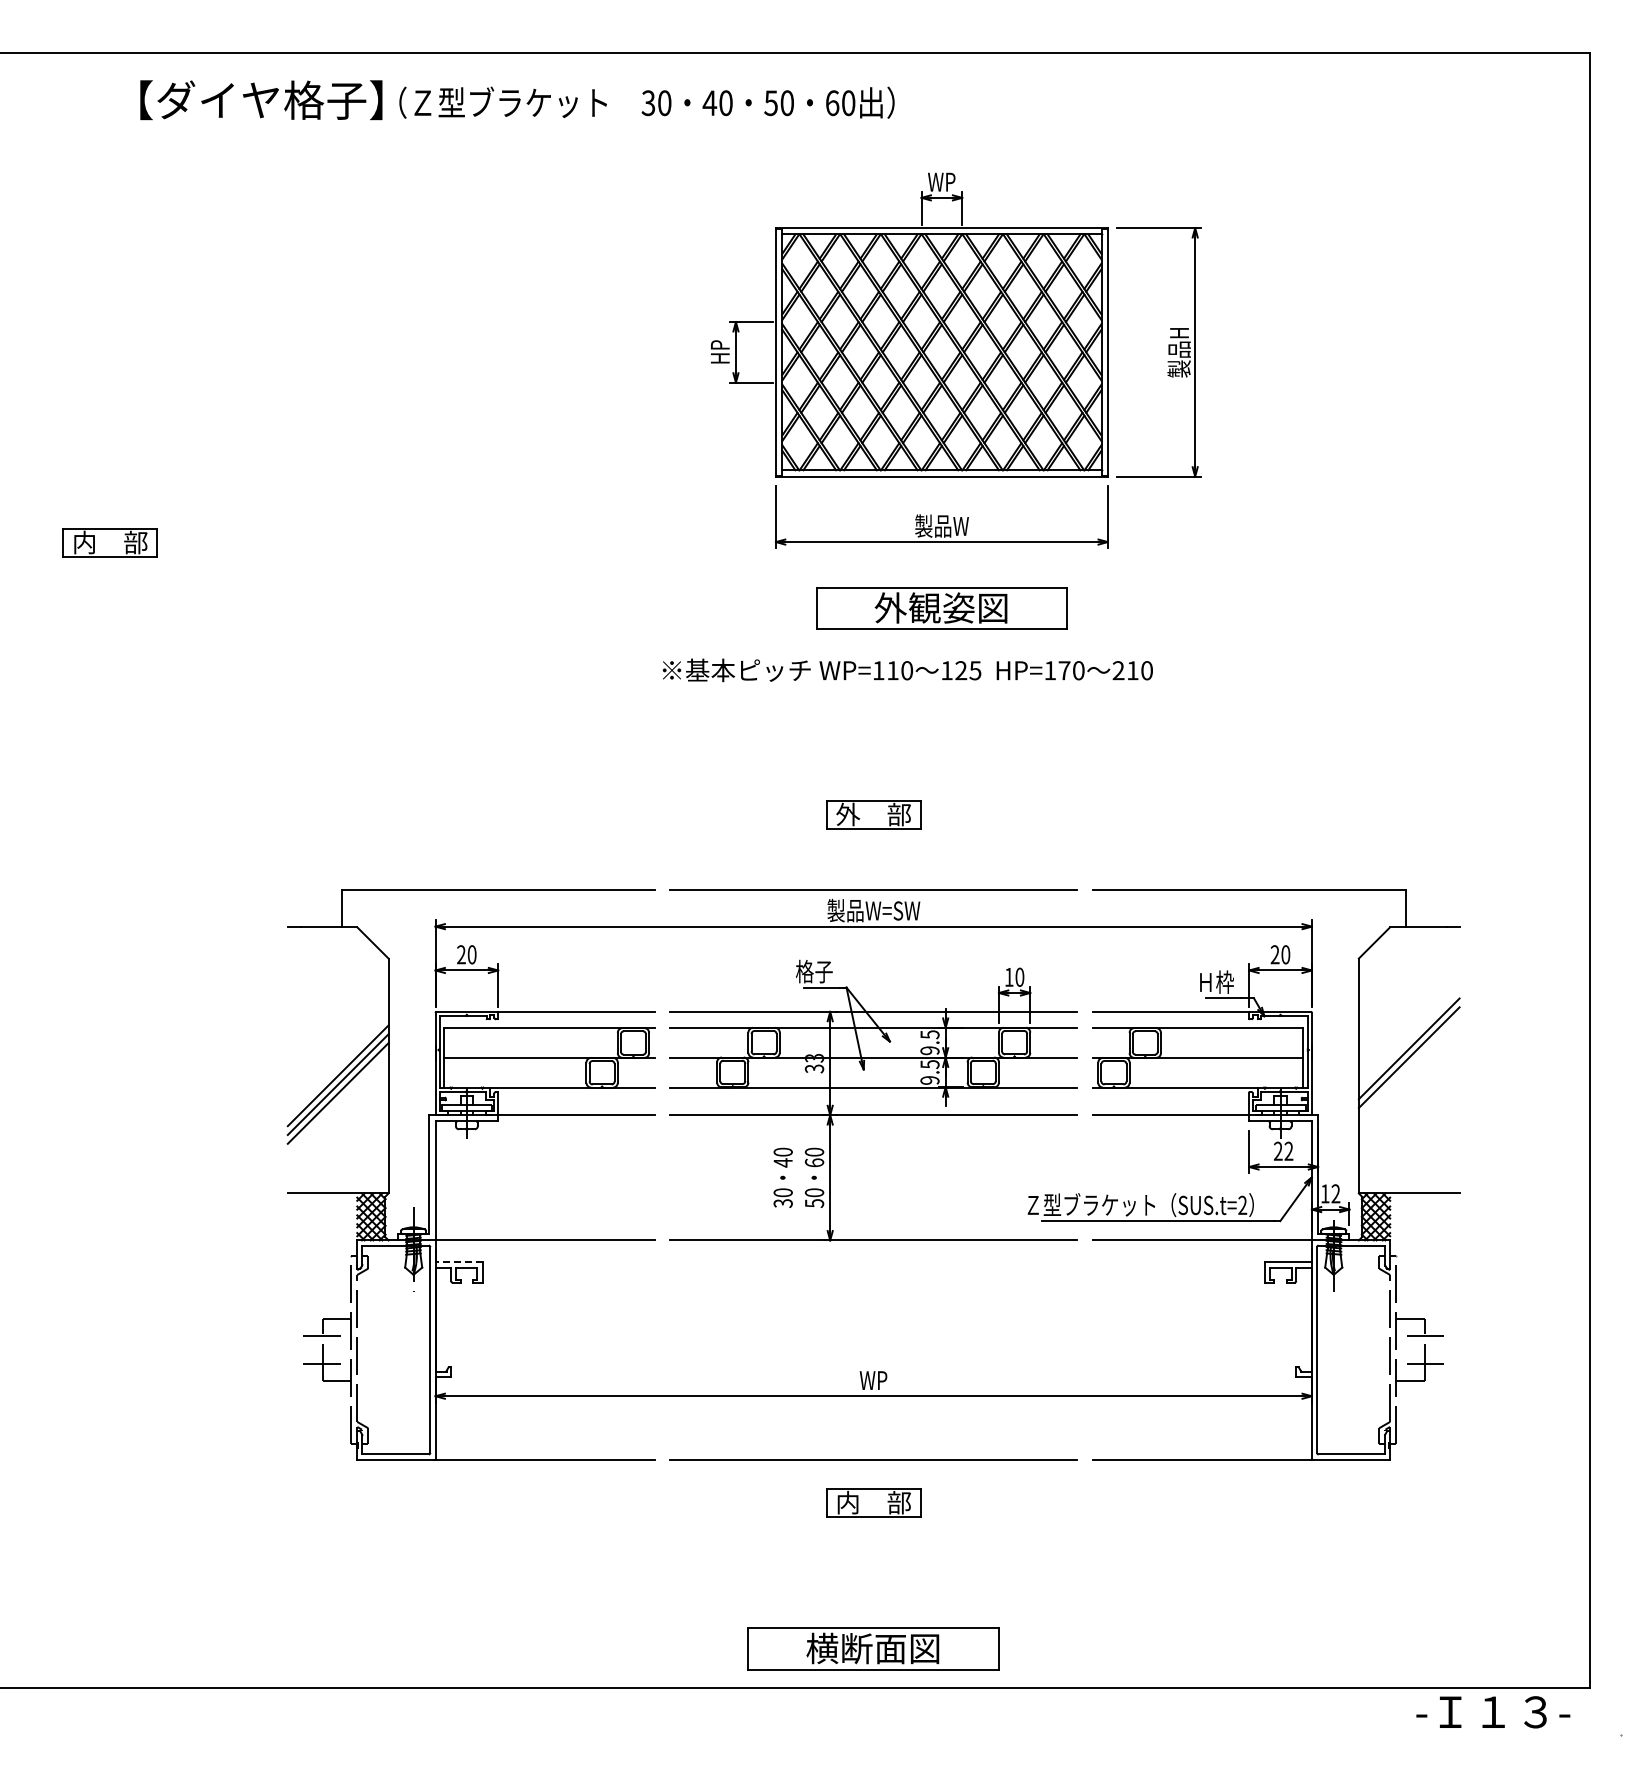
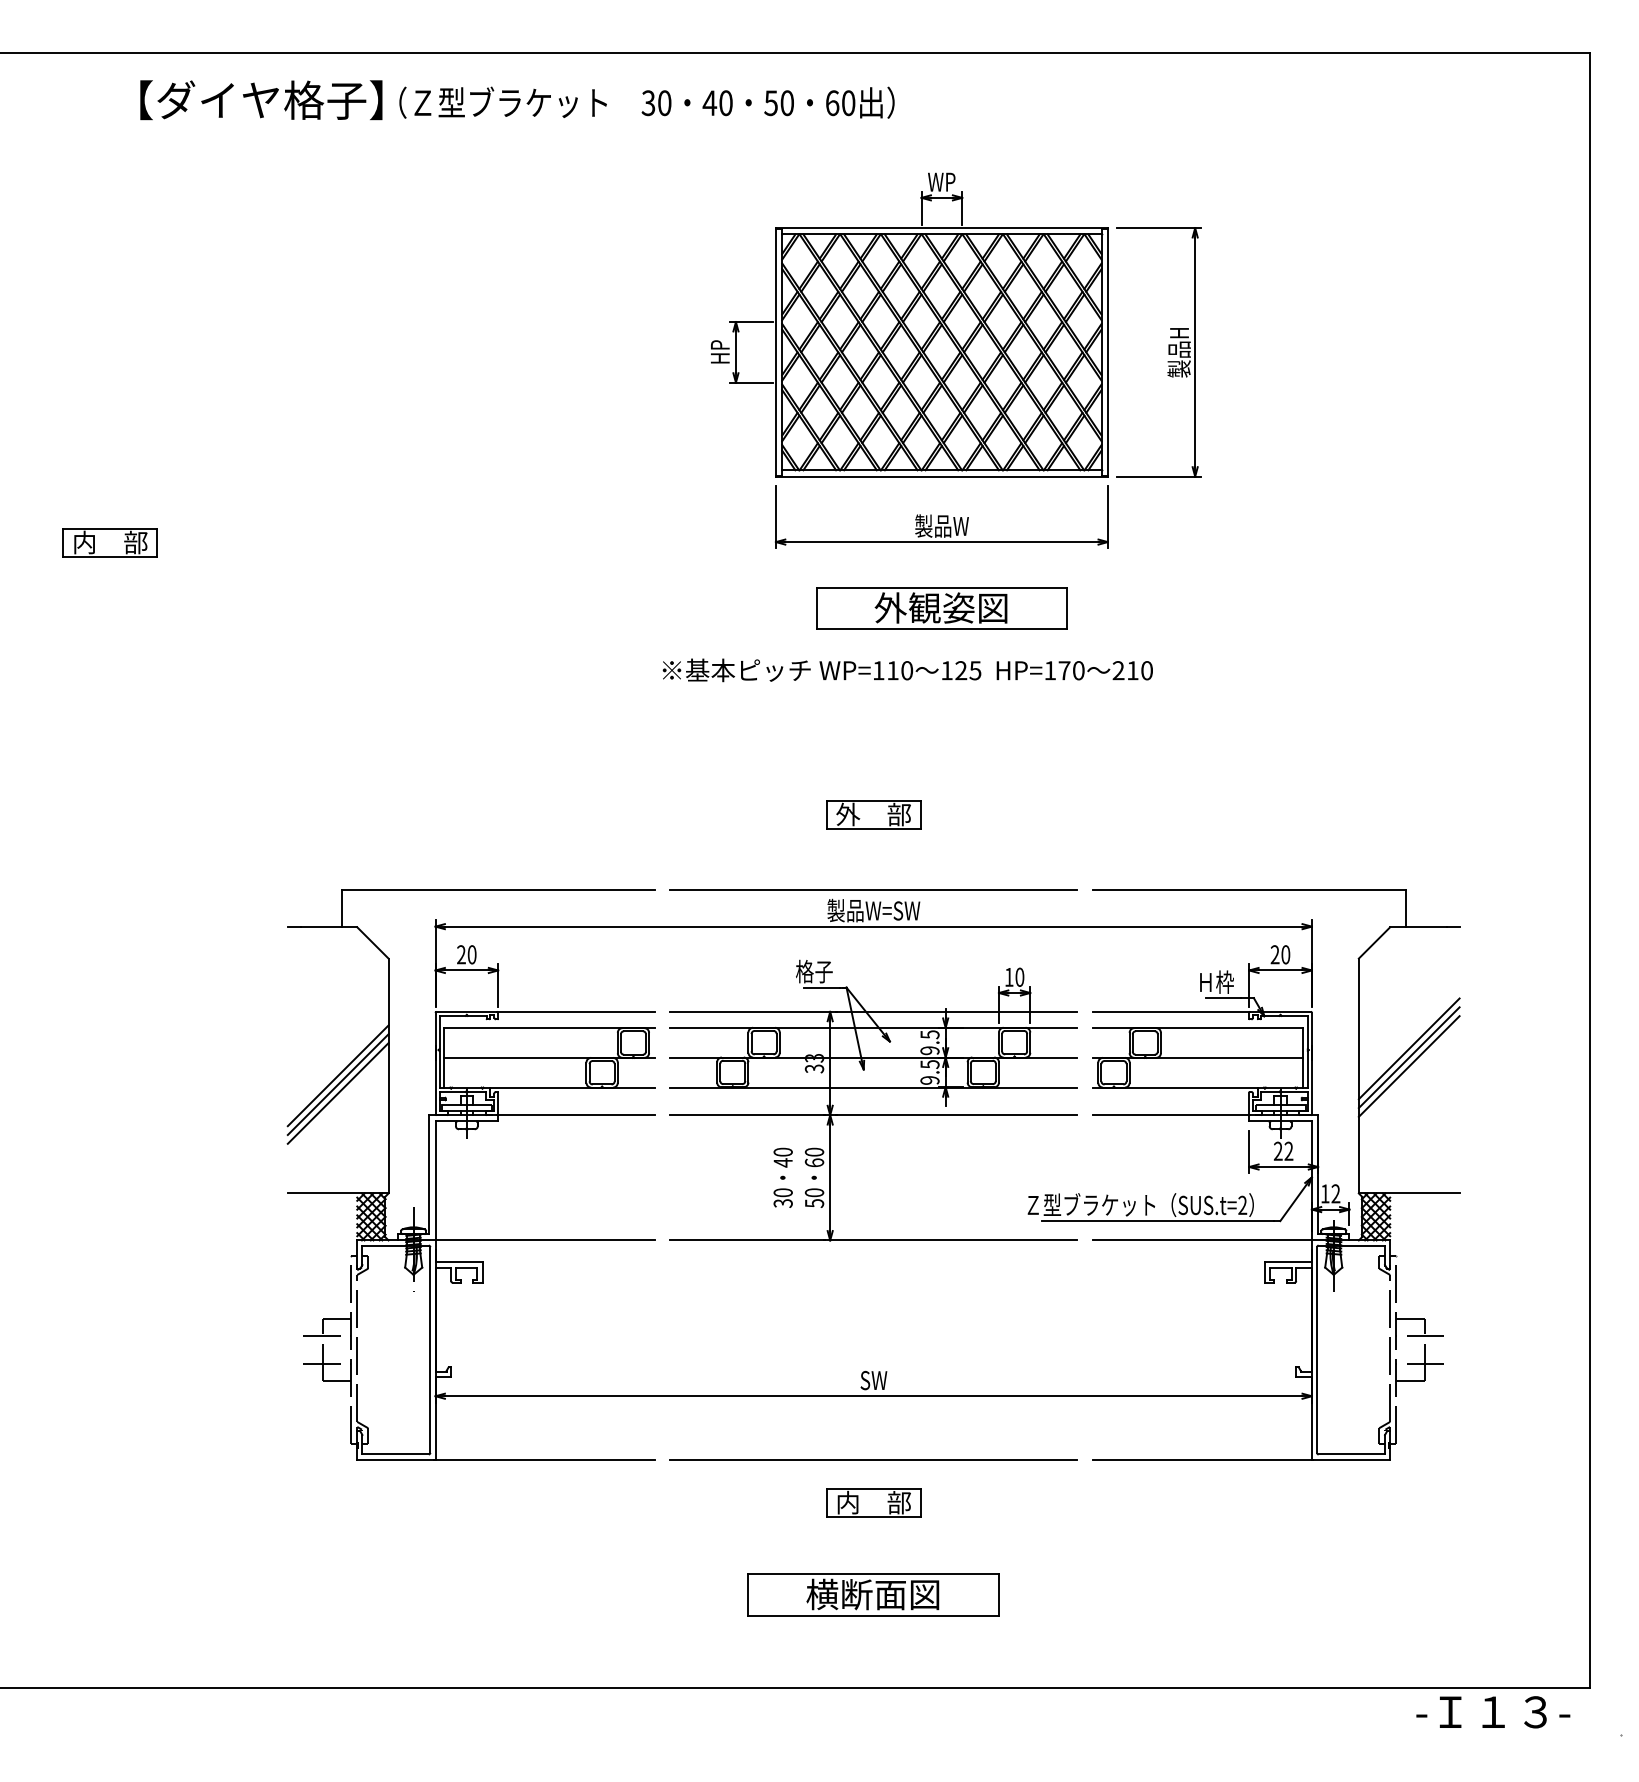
line at (1408, 1066): none -> present
line at (458, 1262): dashed -> solid
text at (873, 1380): WP -> SW
part at (873, 1648) position: (873, 1648) -> (873, 1594)
